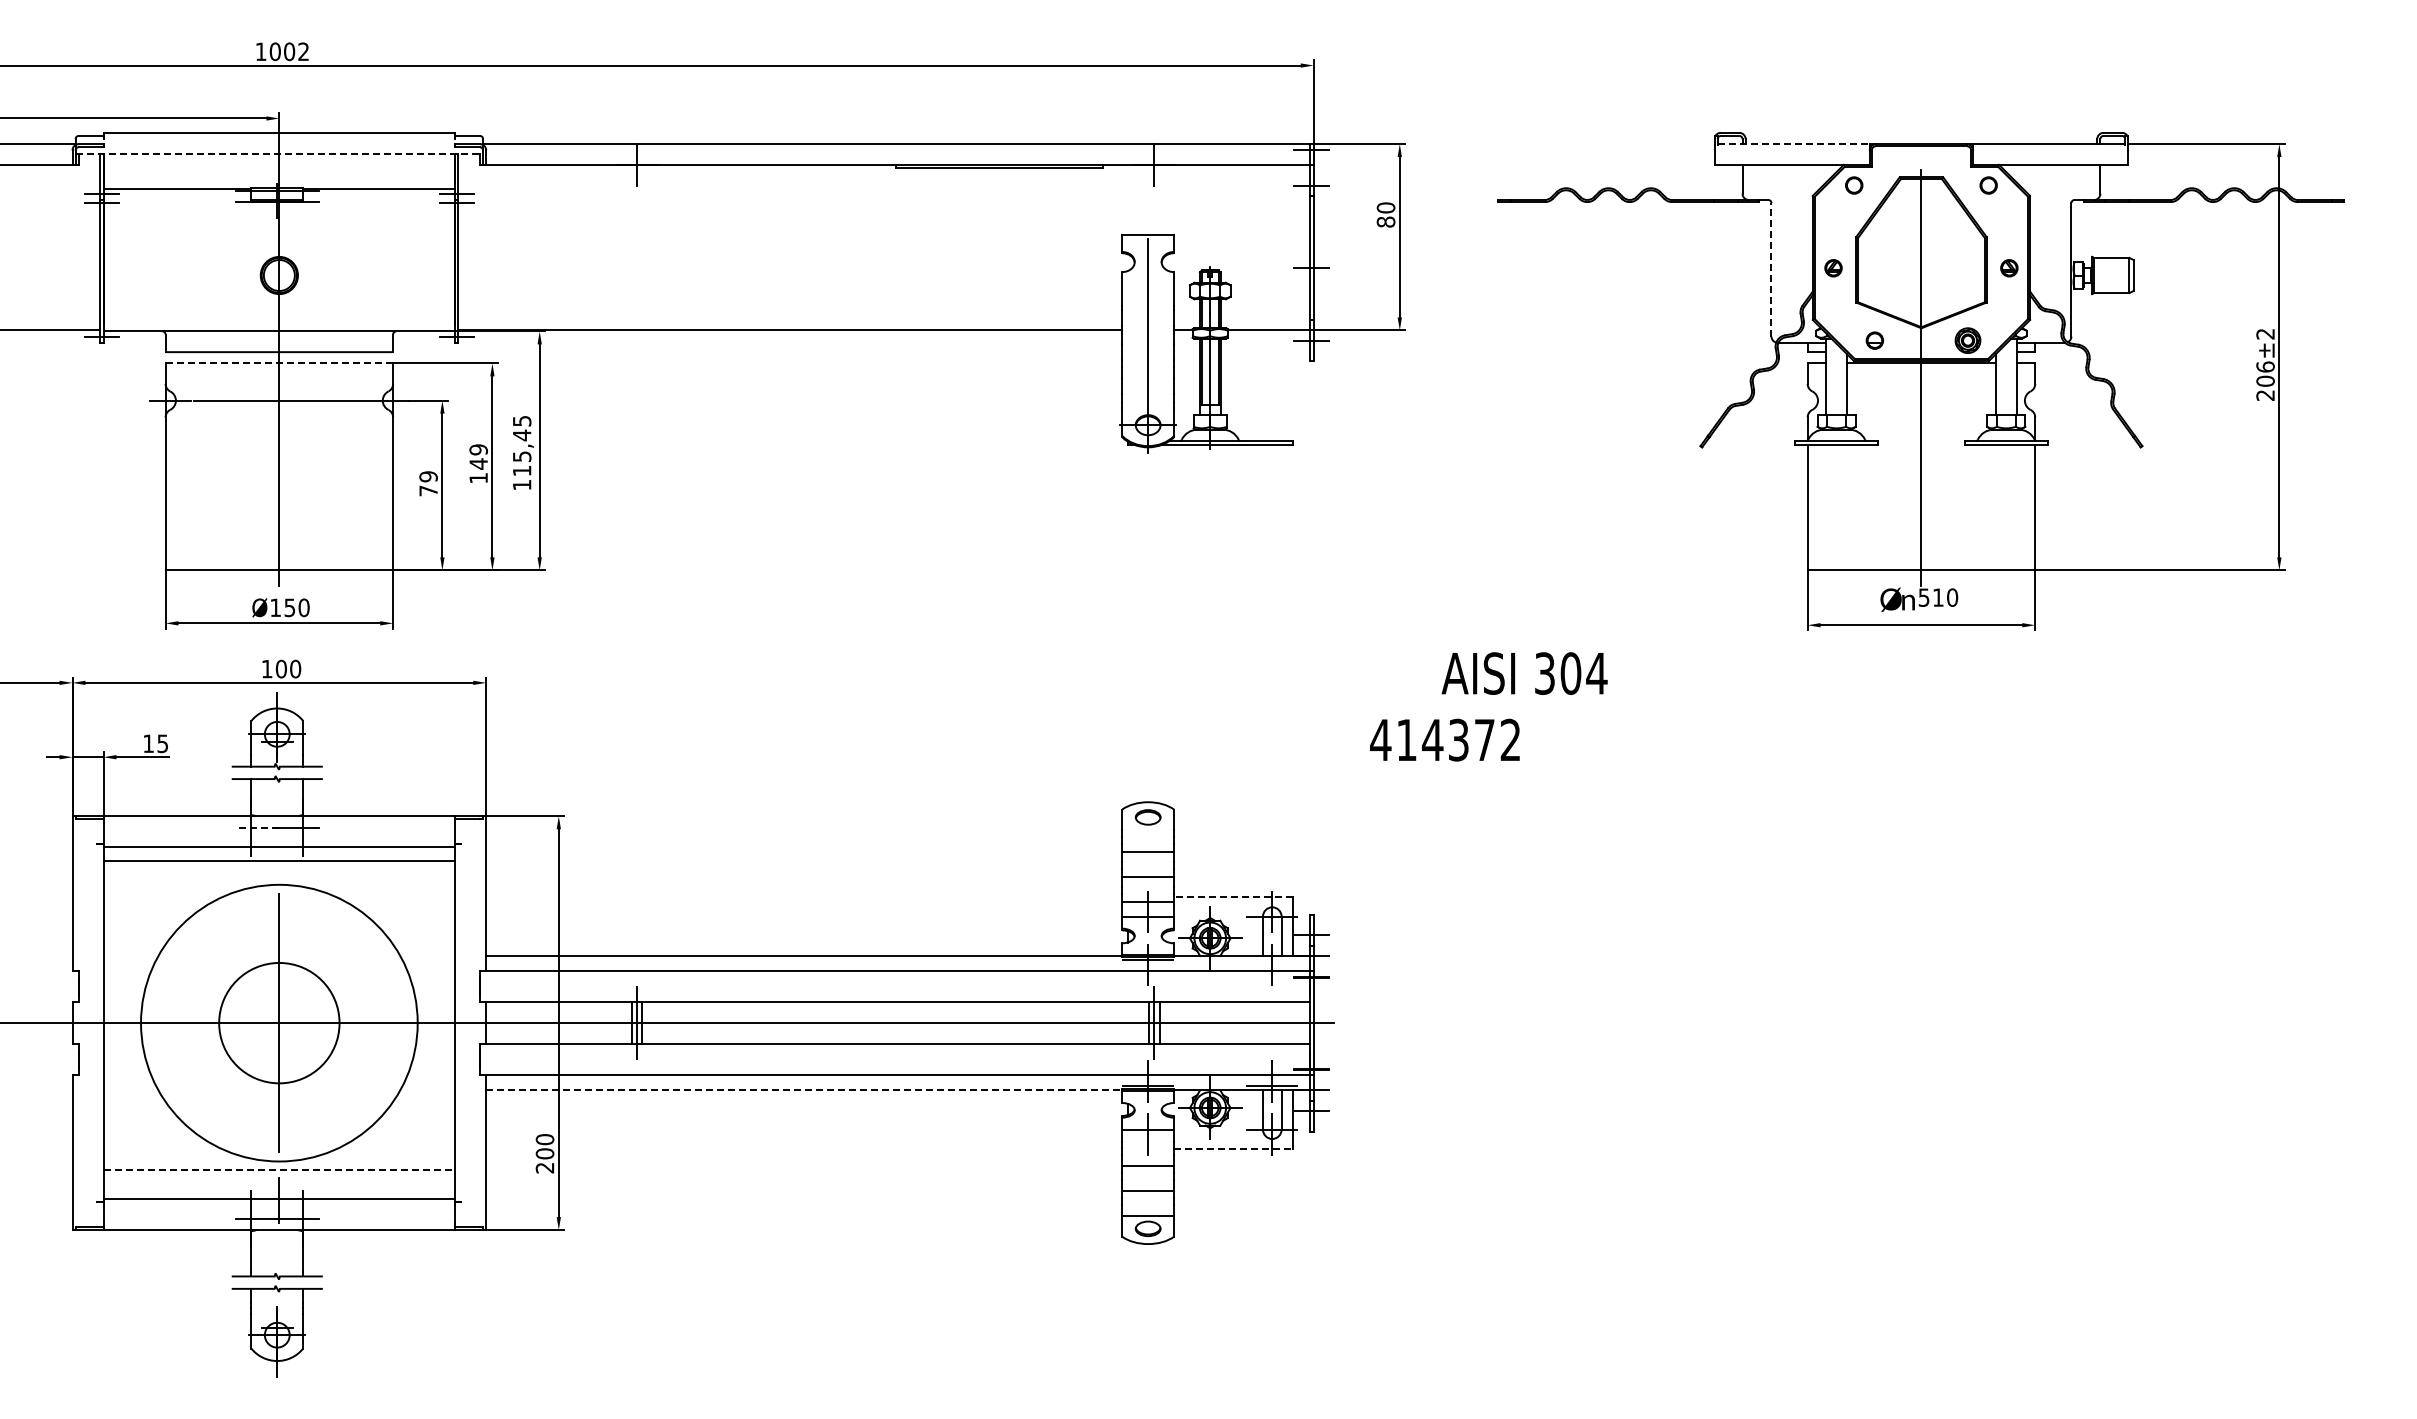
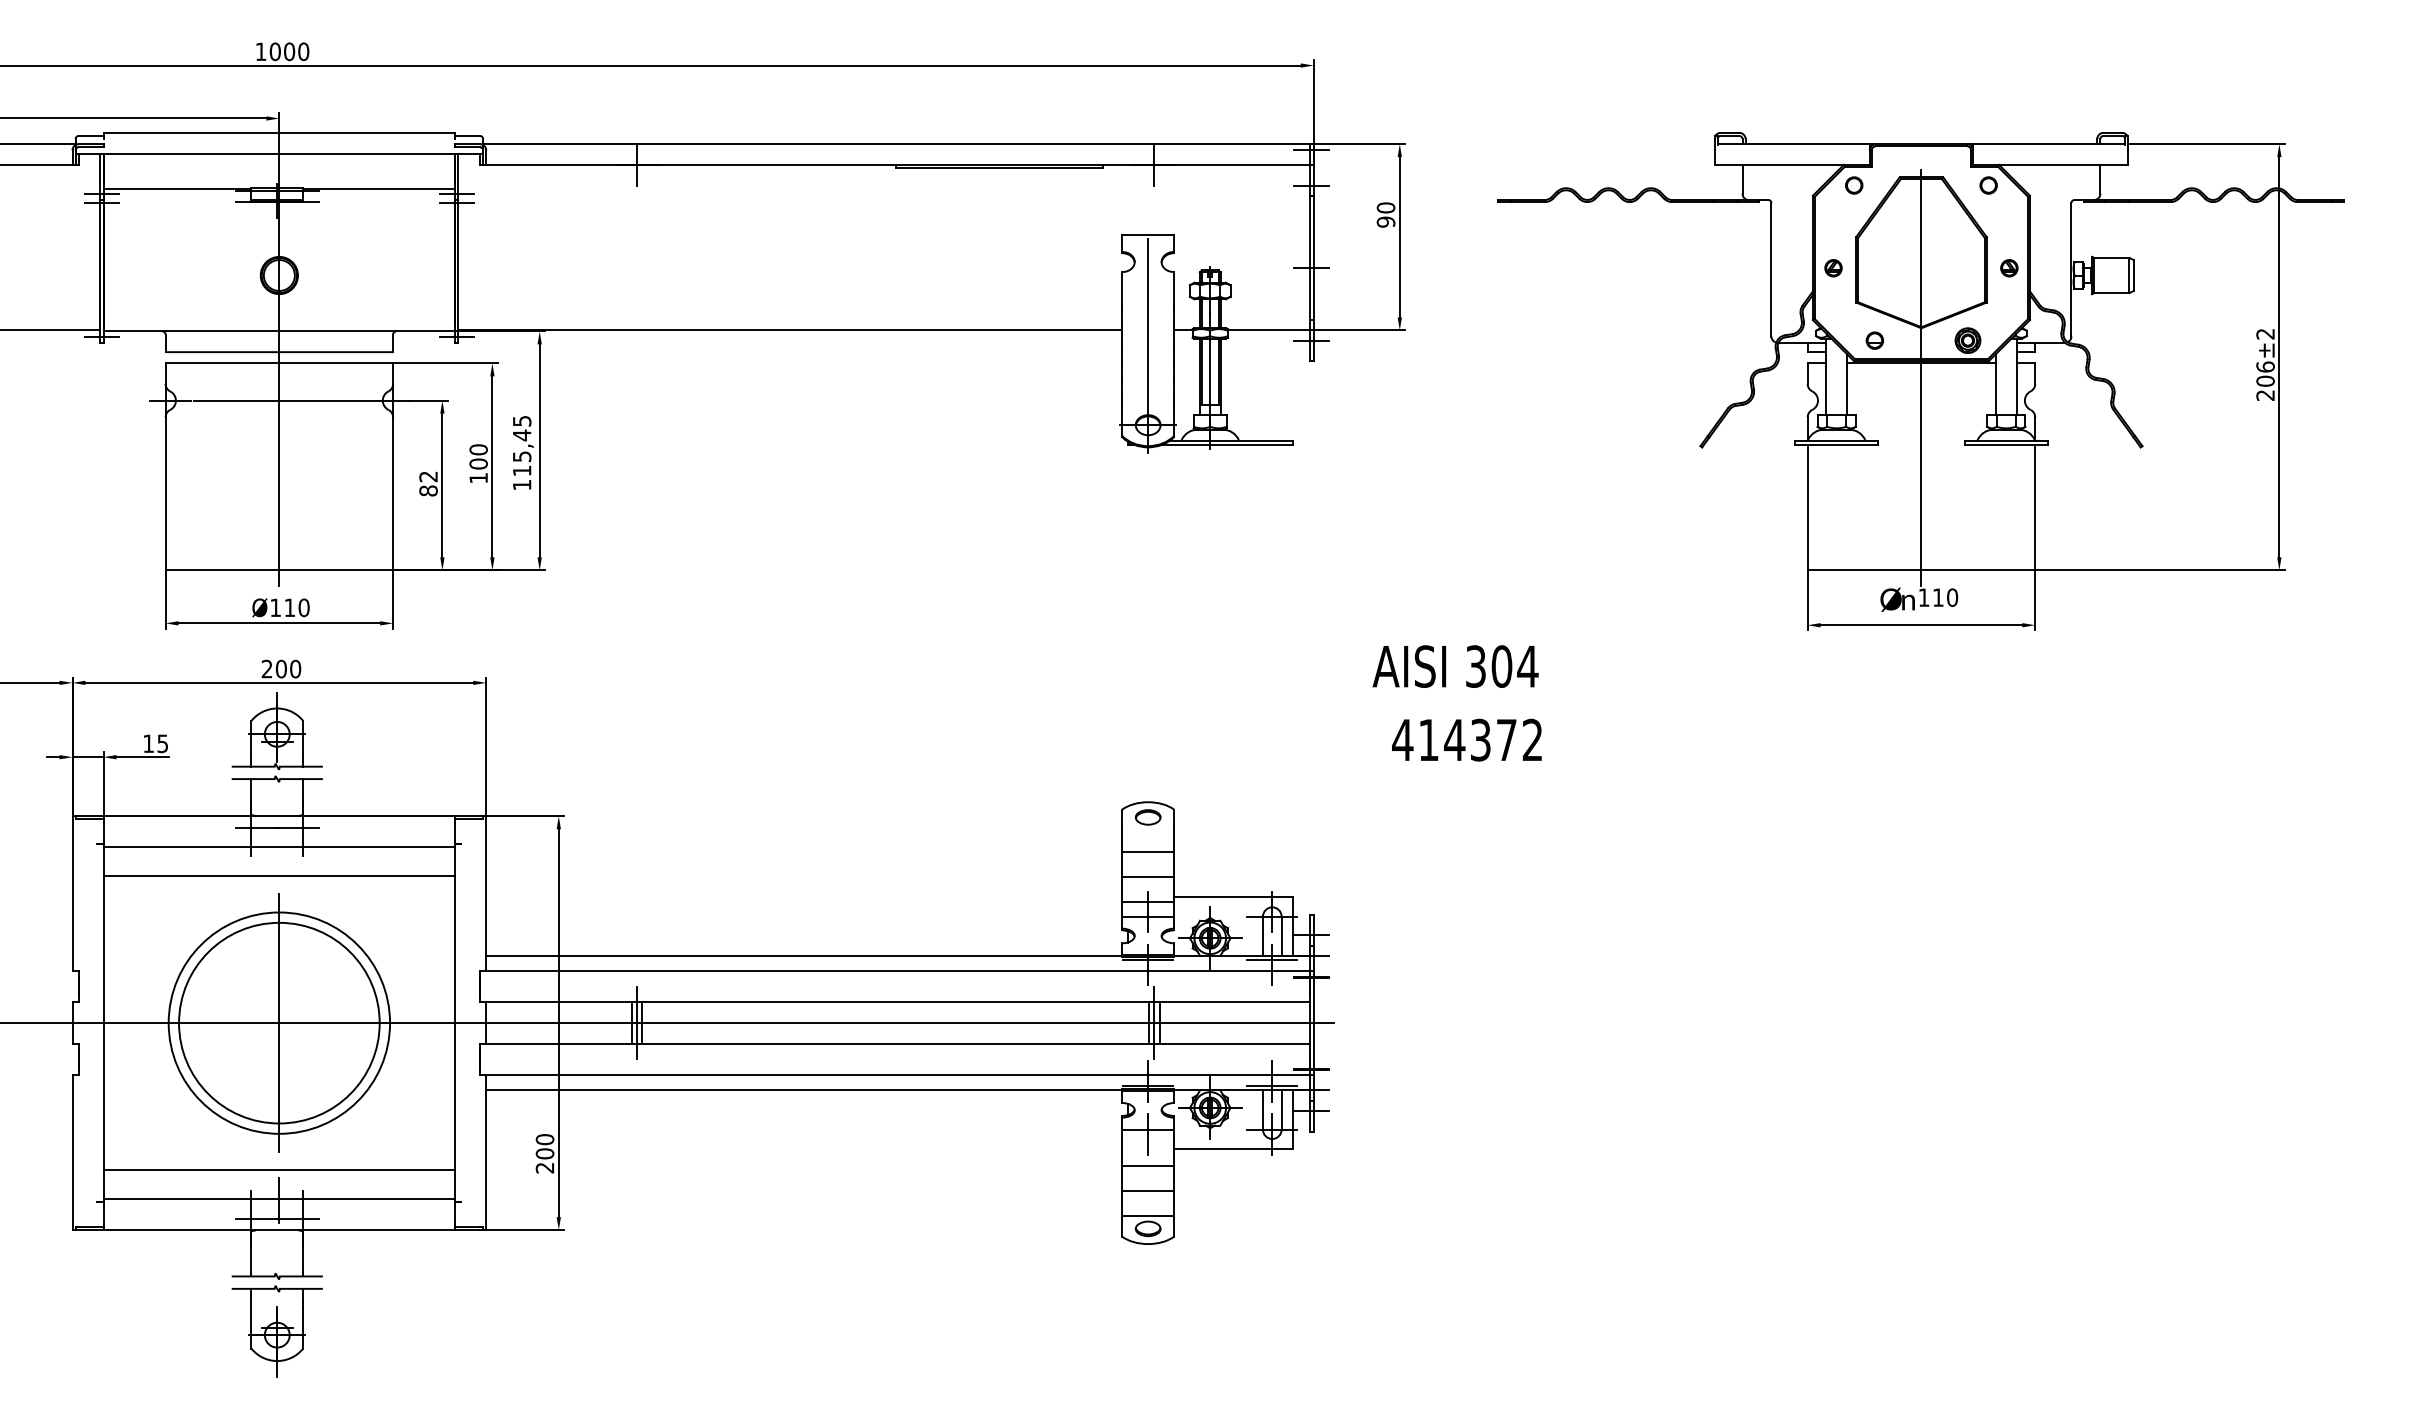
text at (303, 51): 1002 -> 1000
line at (1794, 144): dashed -> solid
line at (279, 153): dashed -> solid
text at (1386, 221): 80 -> 90
line at (1771, 269): dashed -> solid
line at (279, 363): dashed -> solid
text at (478, 456): 149 -> 100
text at (428, 483): 79 -> 82
text at (1923, 597): 510 -> 110
text at (289, 607): 150 -> 110
text at (266, 668): 100 -> 200
text at (1524, 673) position: (1524, 673) -> (1455, 666)
text at (1444, 739) position: (1444, 739) -> (1466, 739)
line at (257, 827): dashed -> solid
line at (279, 861) position: (279, 861) -> (279, 876)
line at (1233, 896): dashed -> solid
line at (1272, 960): none -> present
circle at (279, 1022) diameter: 120 px -> 201 px
circle at (279, 1022) diameter: 277 px -> 221 px
line at (804, 1090): dashed -> solid
line at (1234, 1149): dashed -> solid
line at (279, 1170): dashed -> solid
